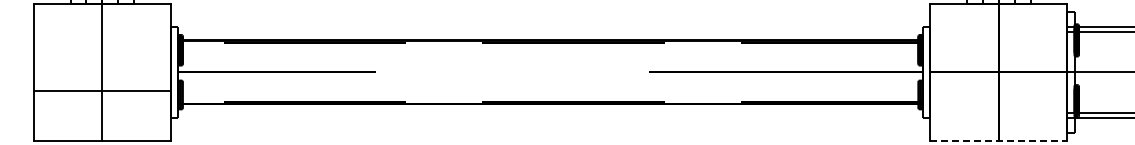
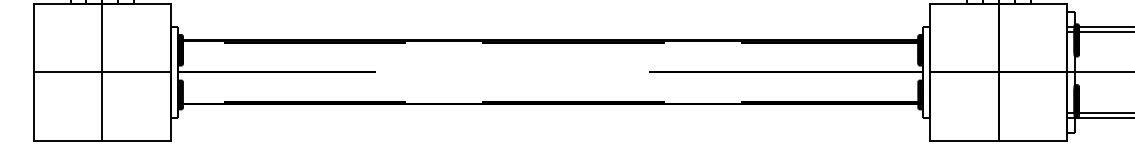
line at (102, 91) position: (102, 91) -> (102, 72)
line at (999, 140): dashed -> solid
